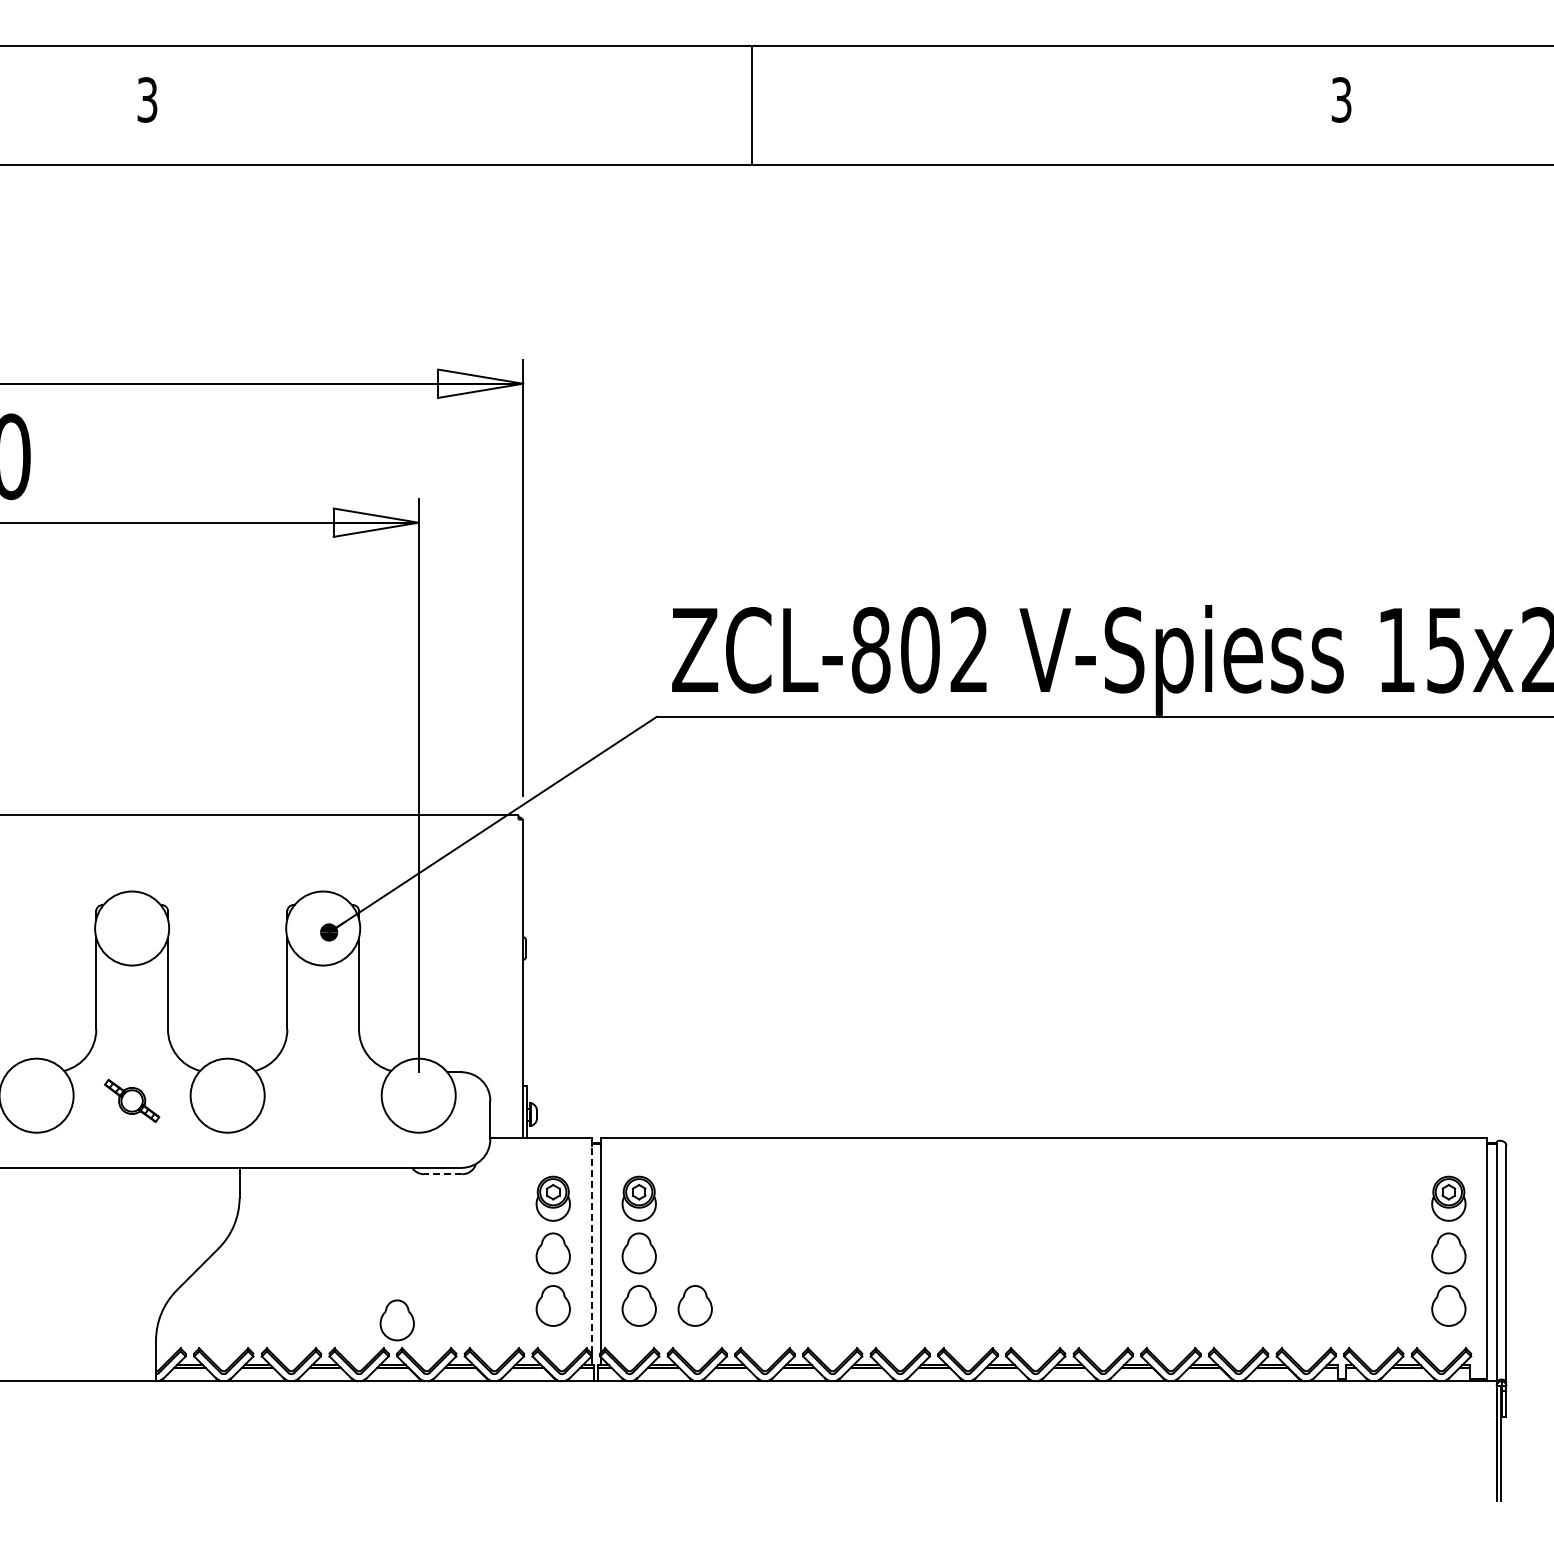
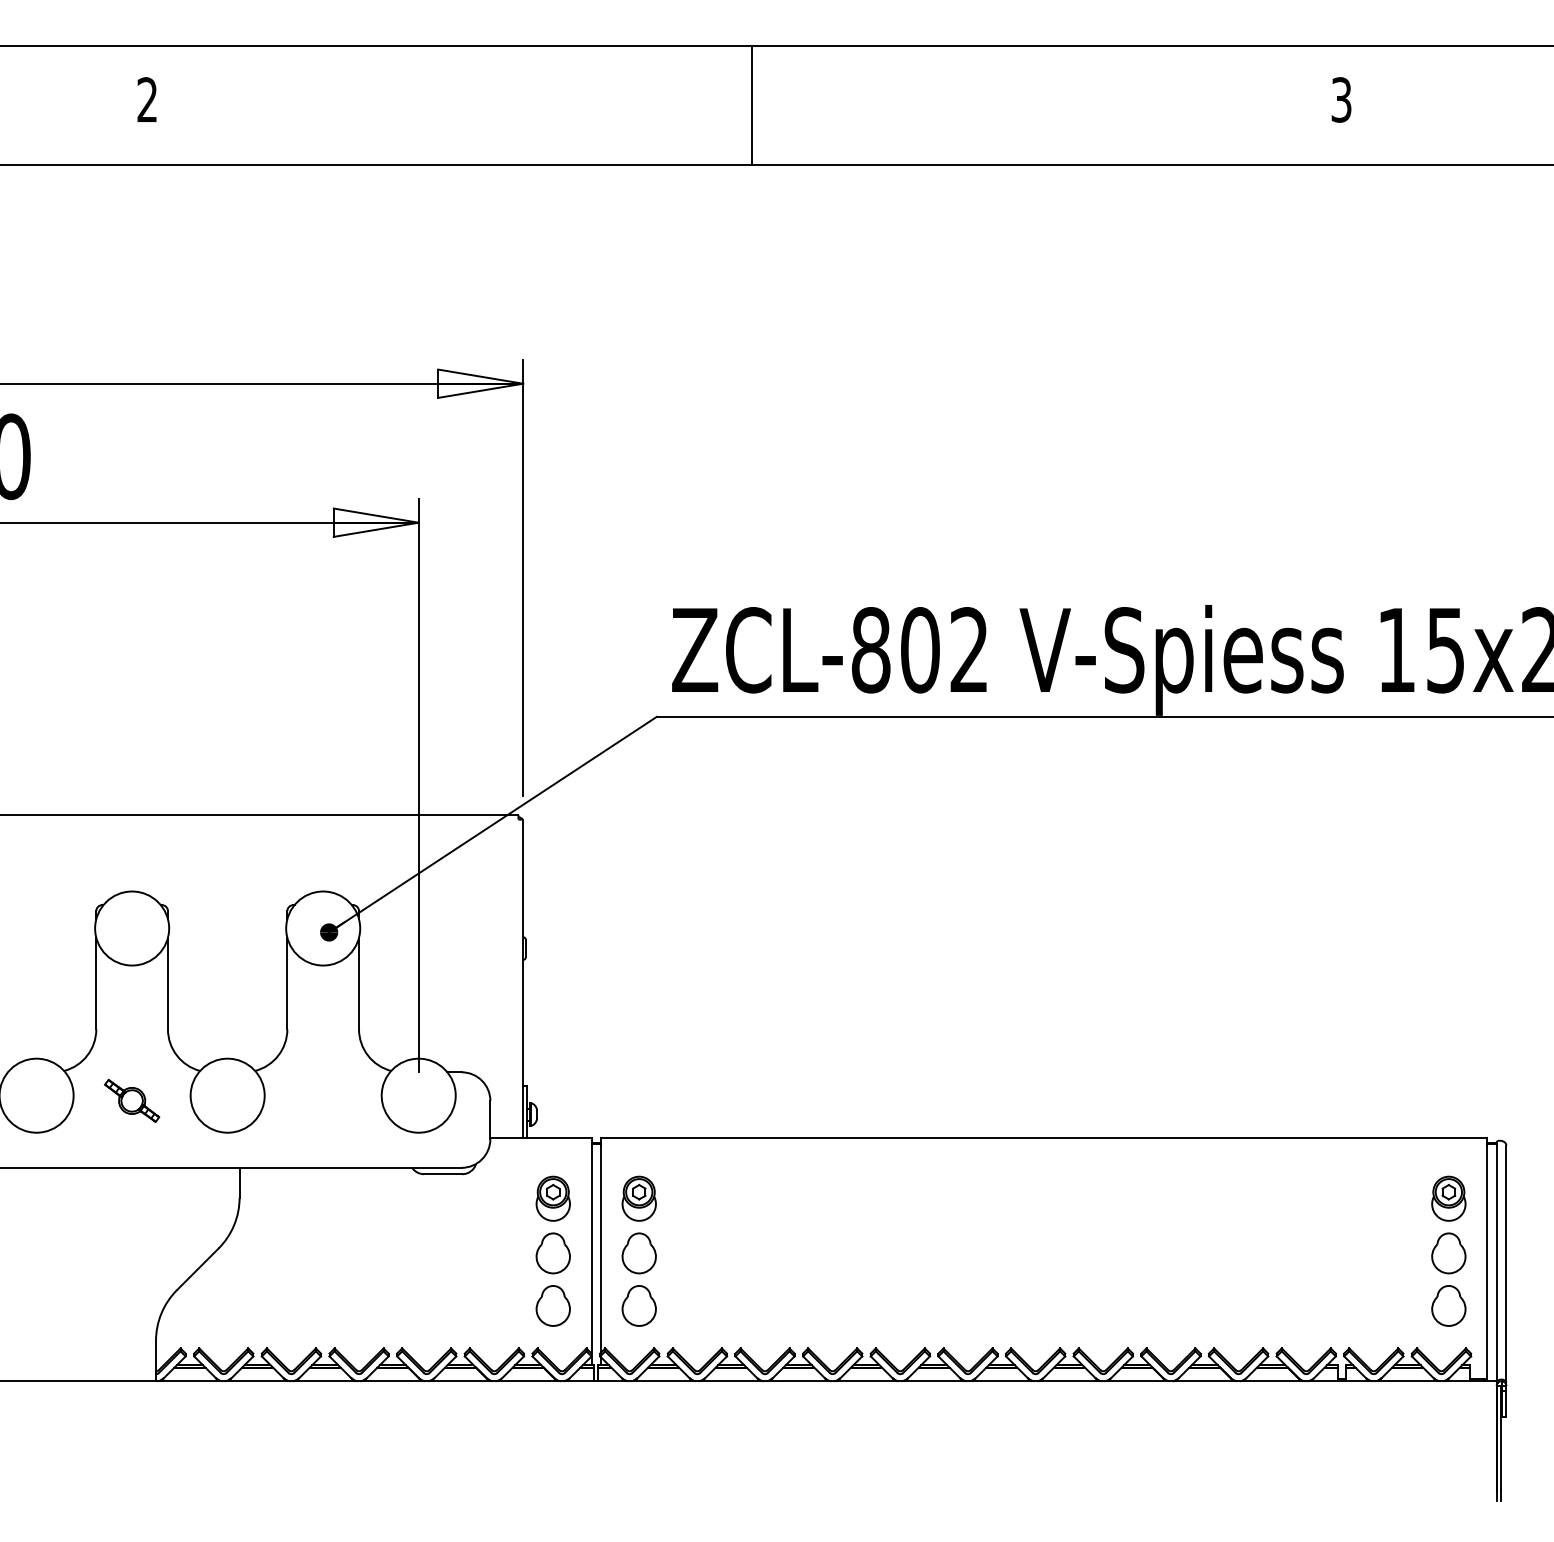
text at (147, 99): 3 -> 2
line at (442, 1174): dashed -> solid
line at (591, 1249): dashed -> solid
part at (694, 1305): present -> none
part at (396, 1320): present -> none
